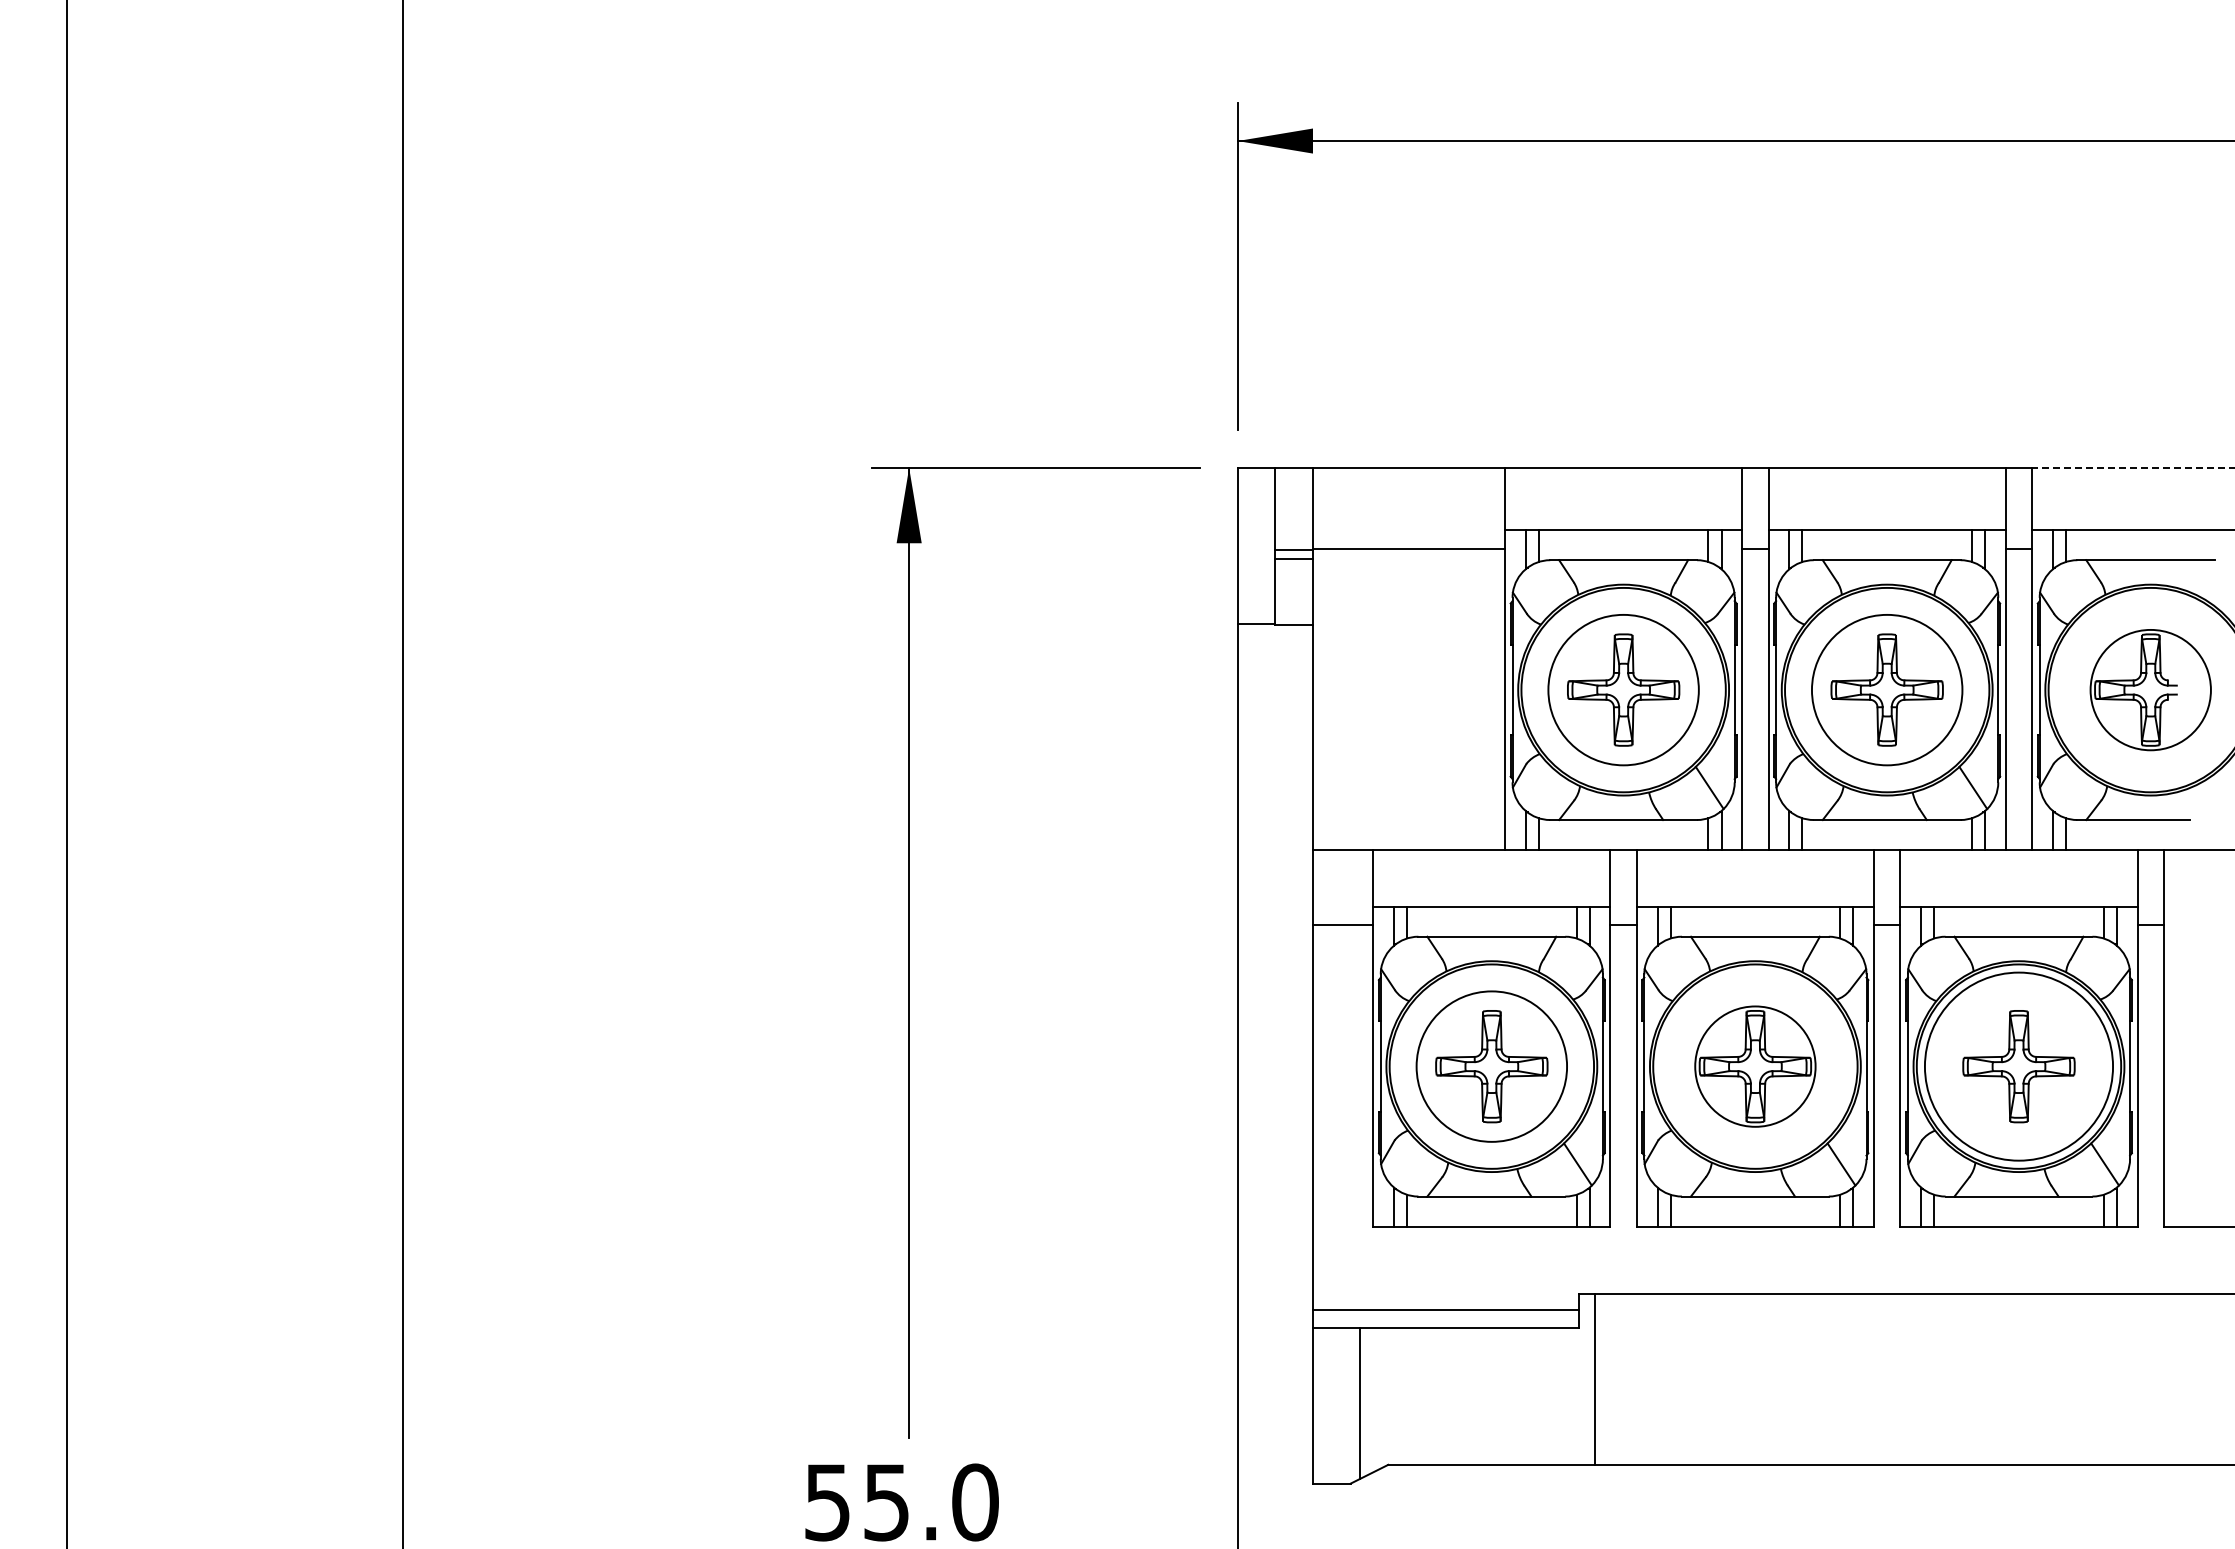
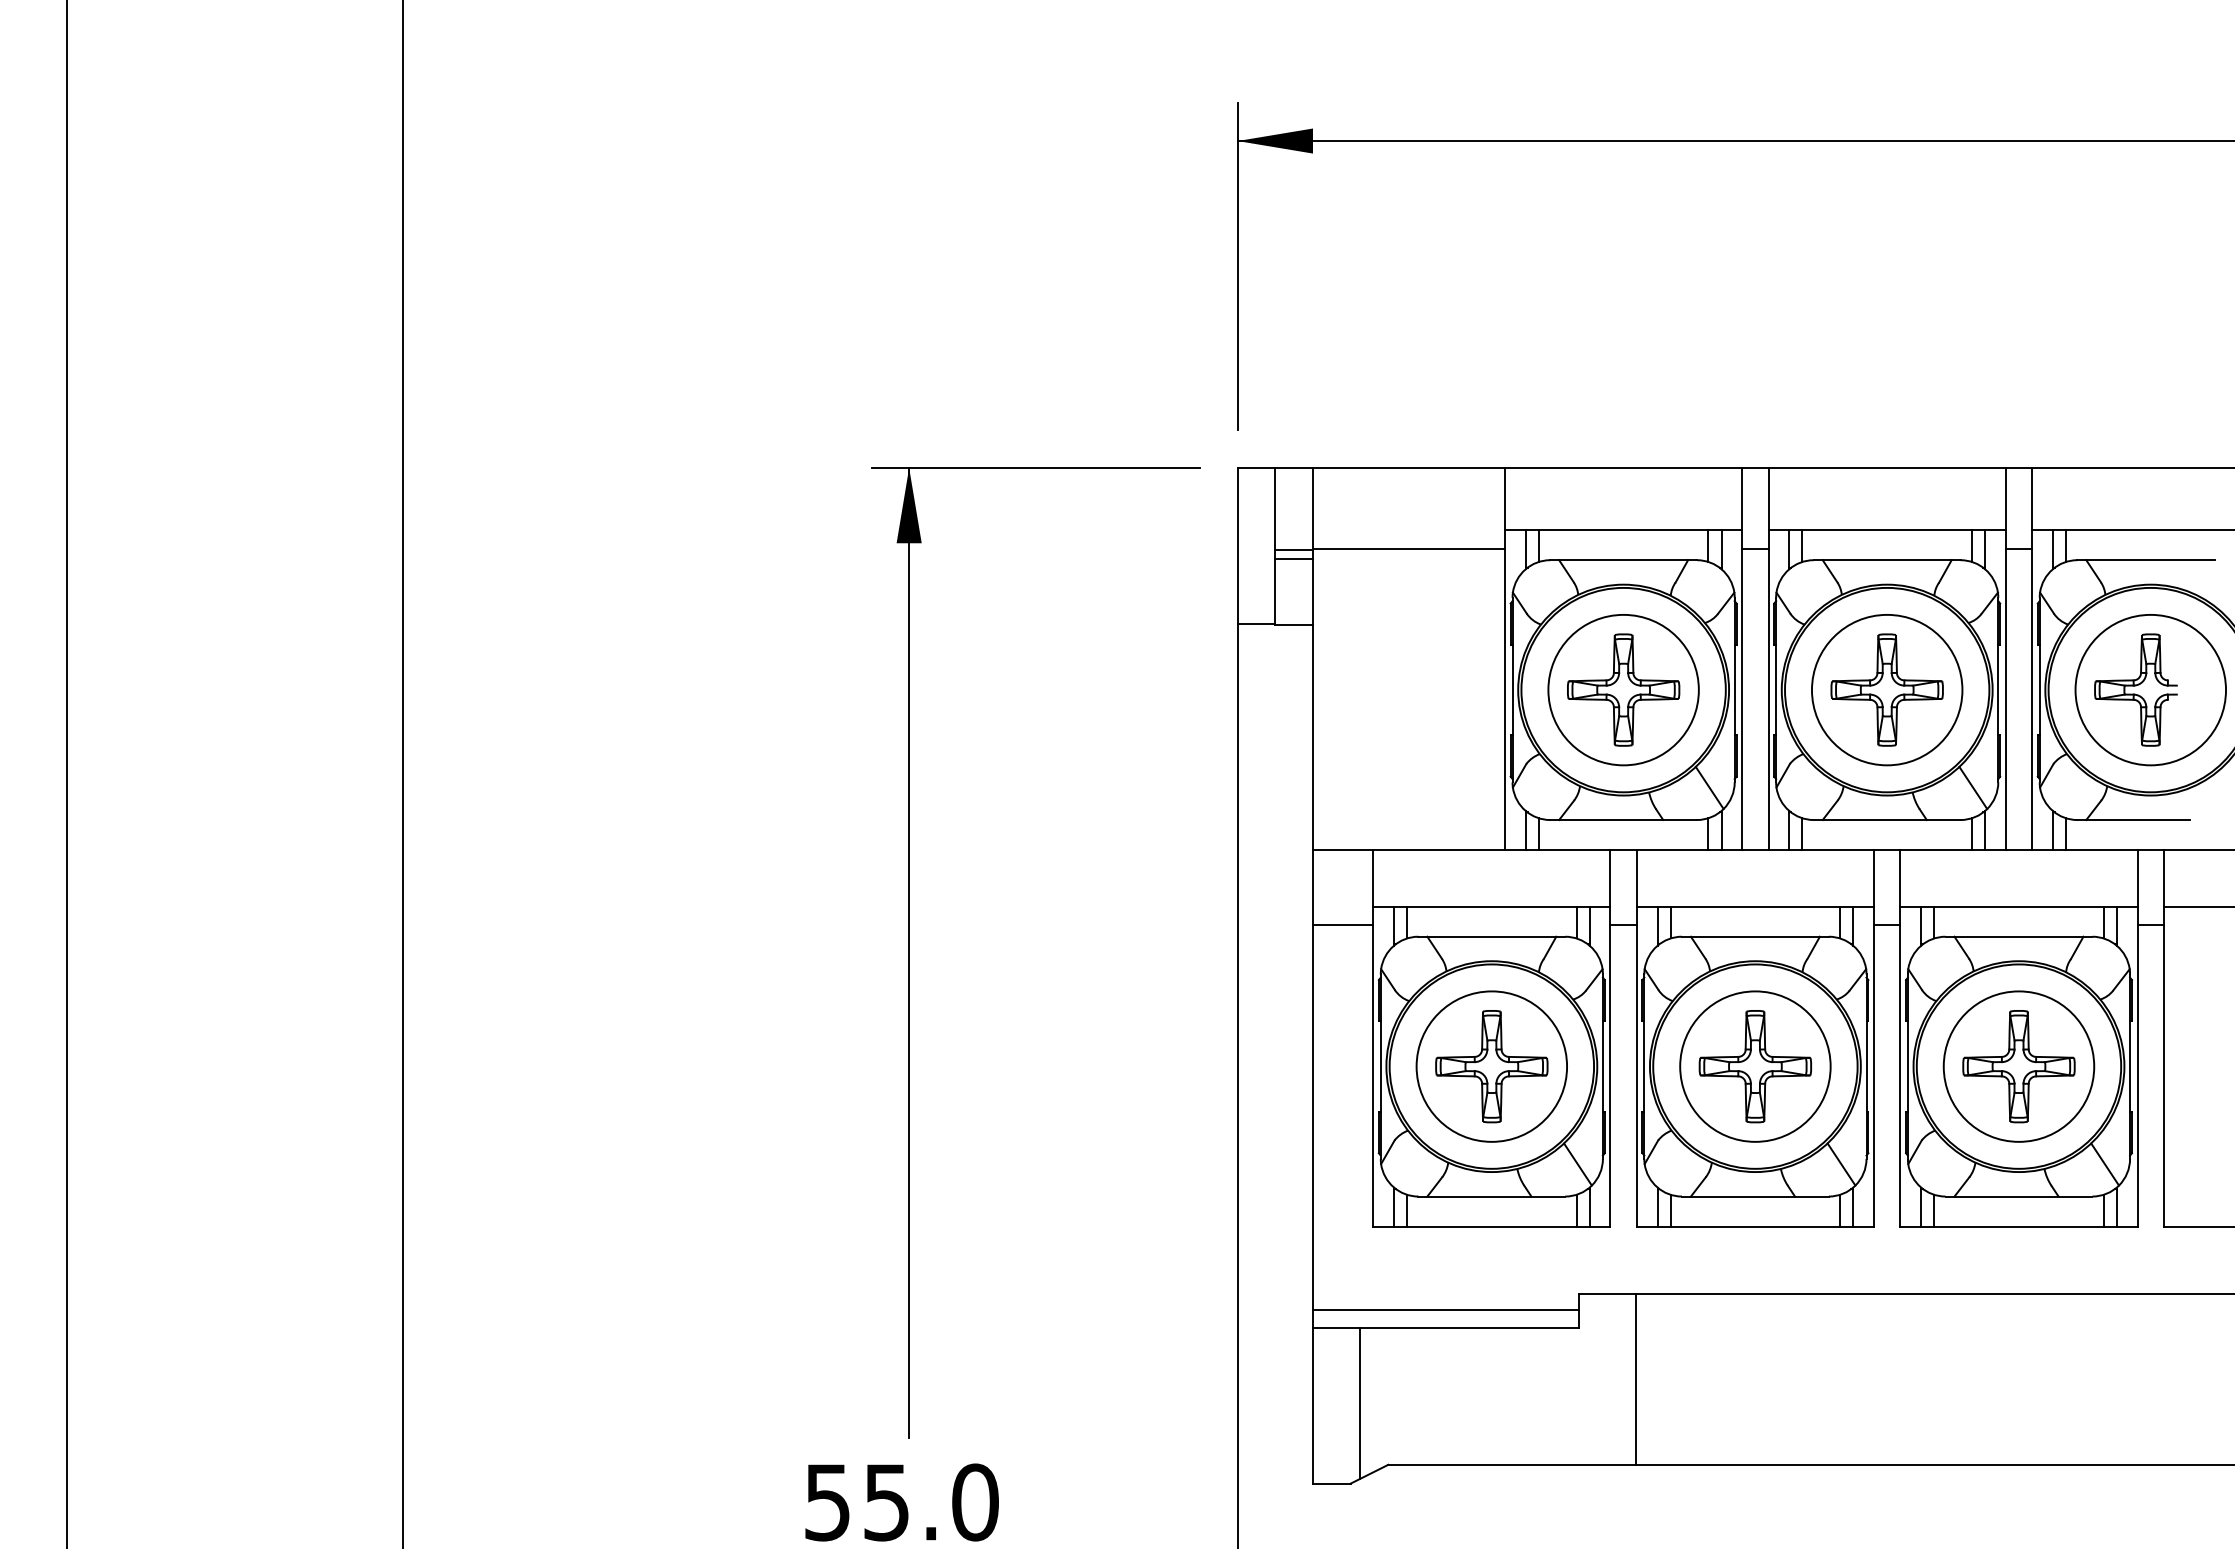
line at (2132, 467): dashed -> solid
circle at (2150, 689) diameter: 120 px -> 150 px
line at (2197, 906): none -> present
circle at (1755, 1066) diameter: 120 px -> 150 px
circle at (2018, 1066) diameter: 188 px -> 150 px
line at (1594, 1379) position: (1594, 1379) -> (1635, 1379)
